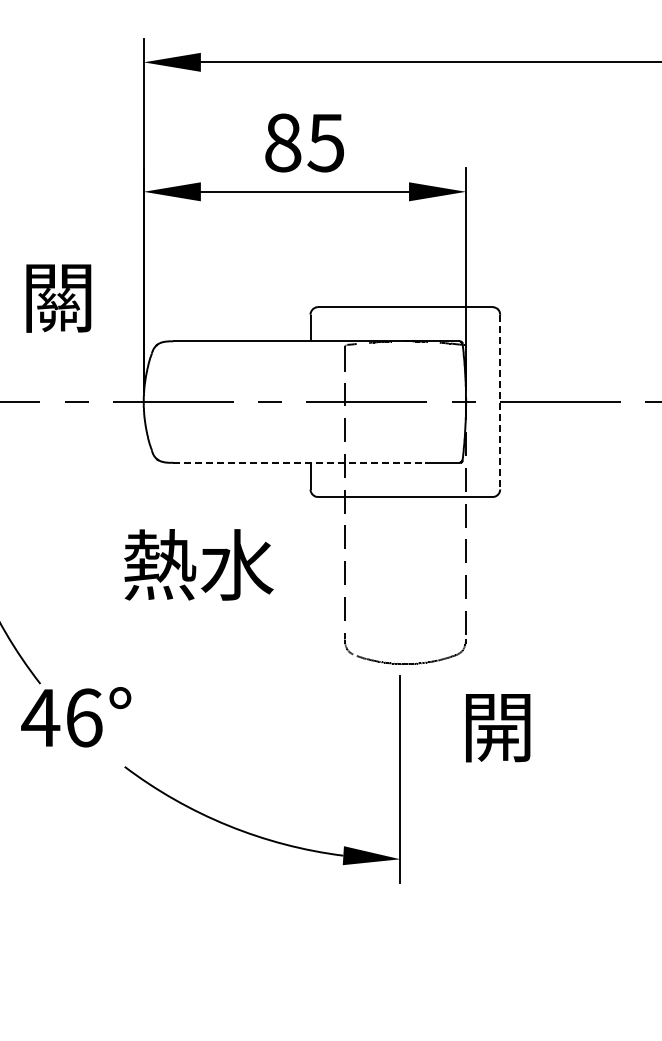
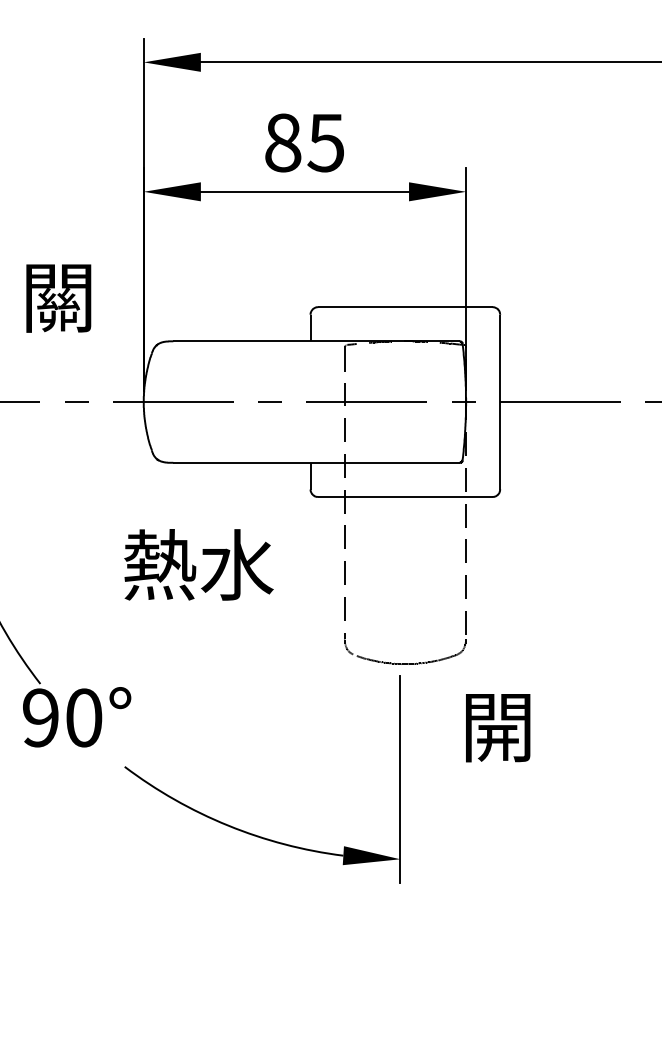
line at (500, 402): dashed -> solid
line at (299, 462): dashed -> solid
text at (61, 717): 46° -> 90°
